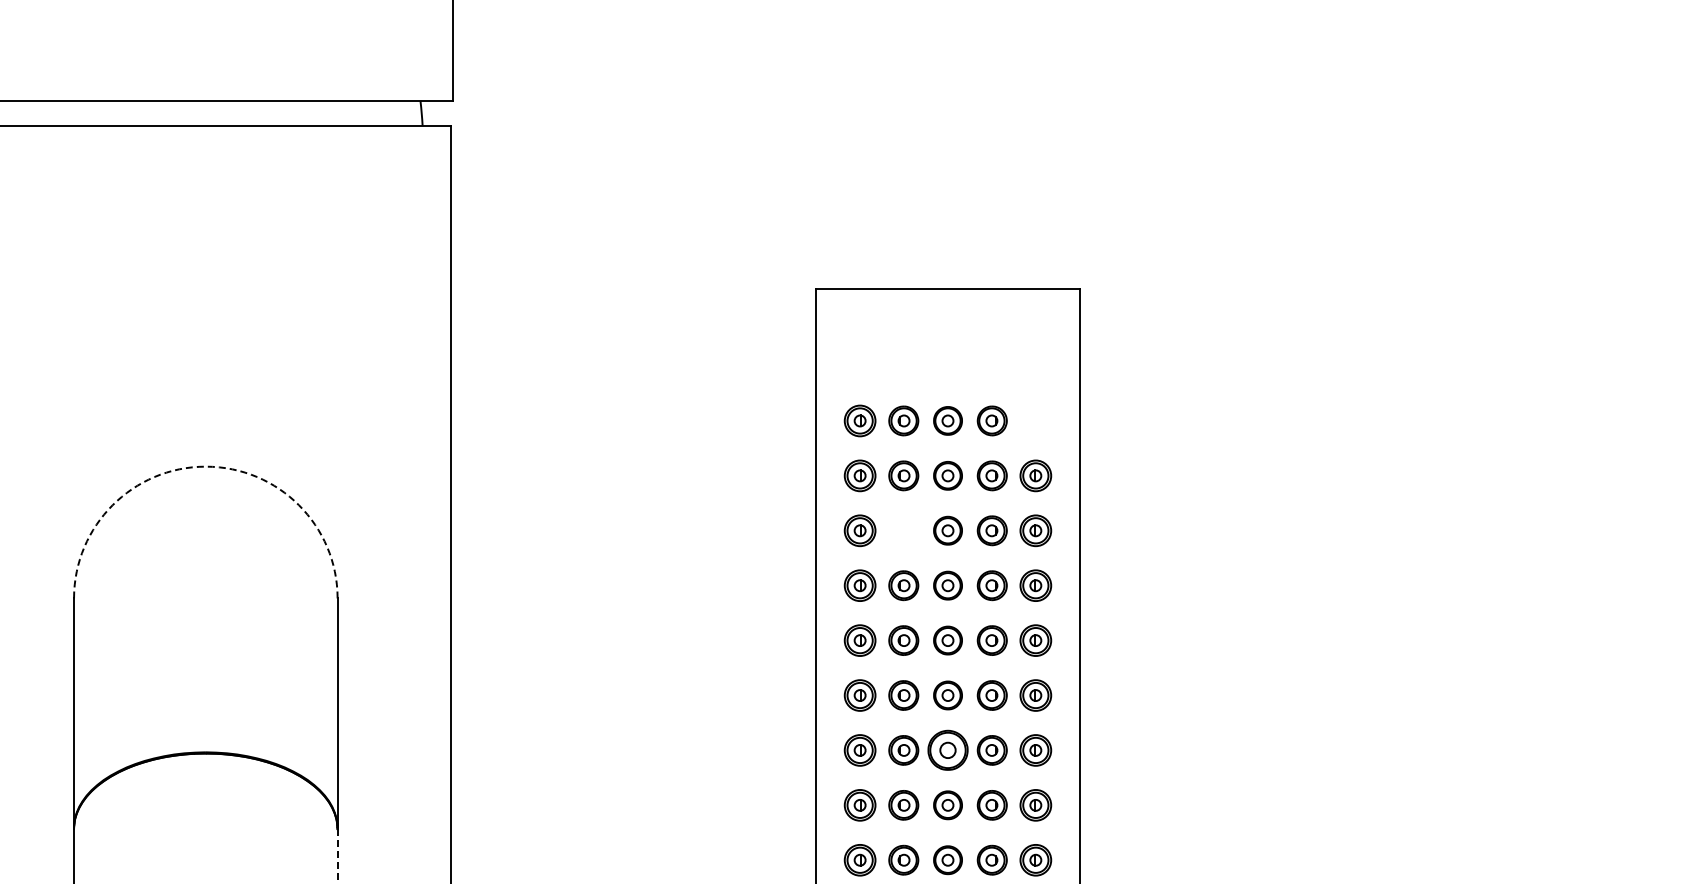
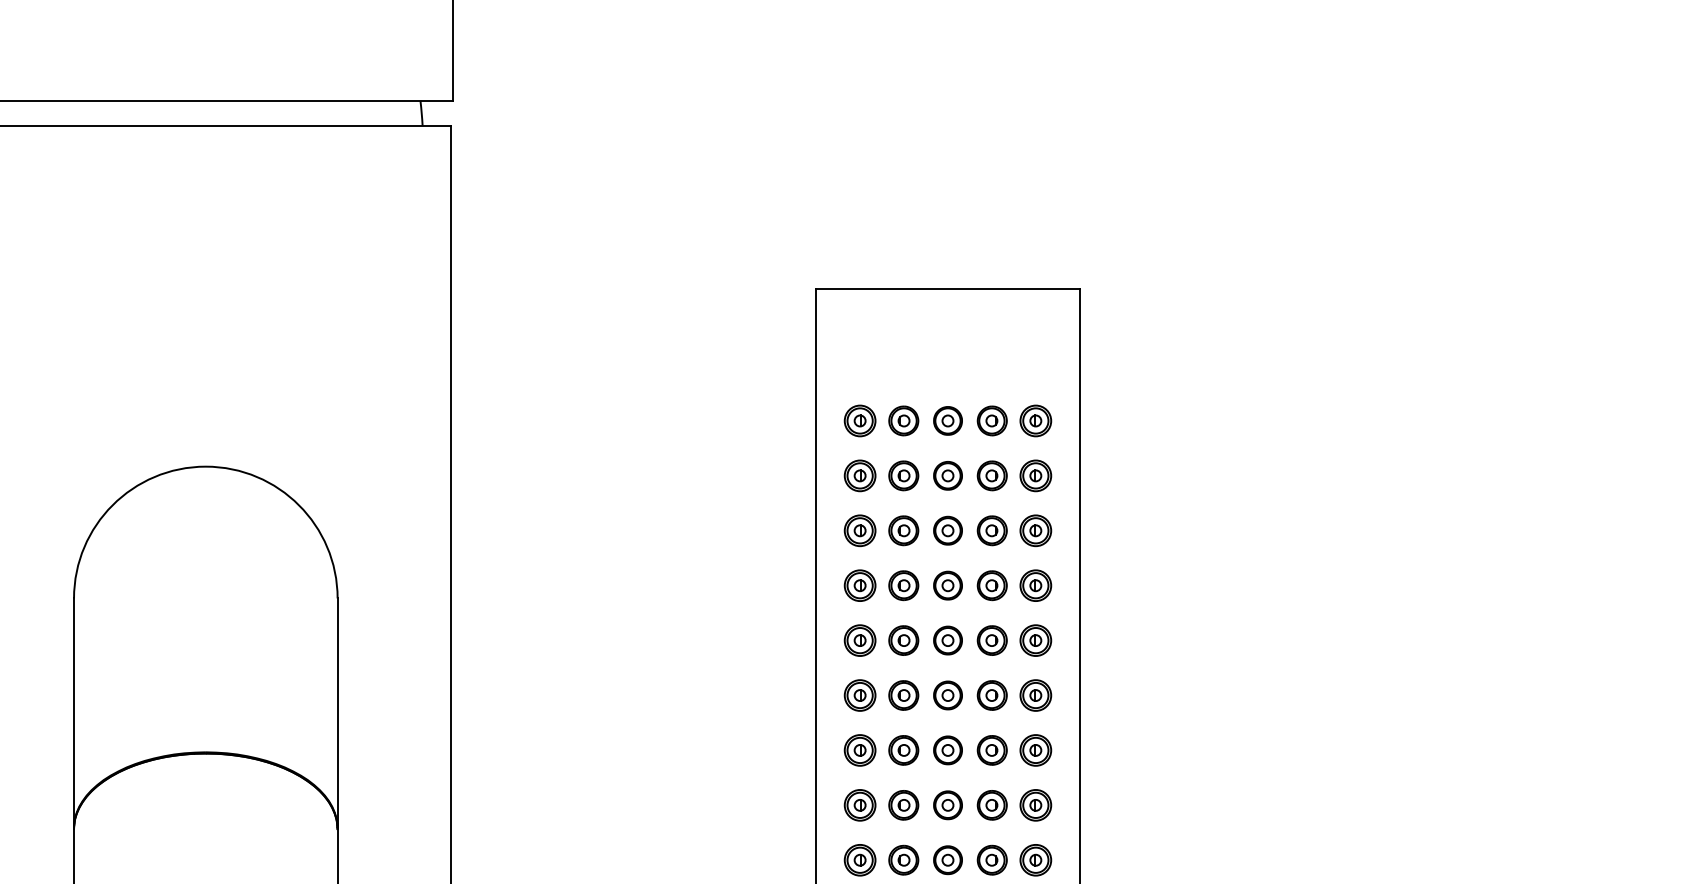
part at (1035, 420): none -> present
arc at (205, 466): dashed -> solid
part at (903, 530): none -> present
part at (947, 749) size: 42x42 px -> 30x31 px
line at (337, 856): dashed -> solid
